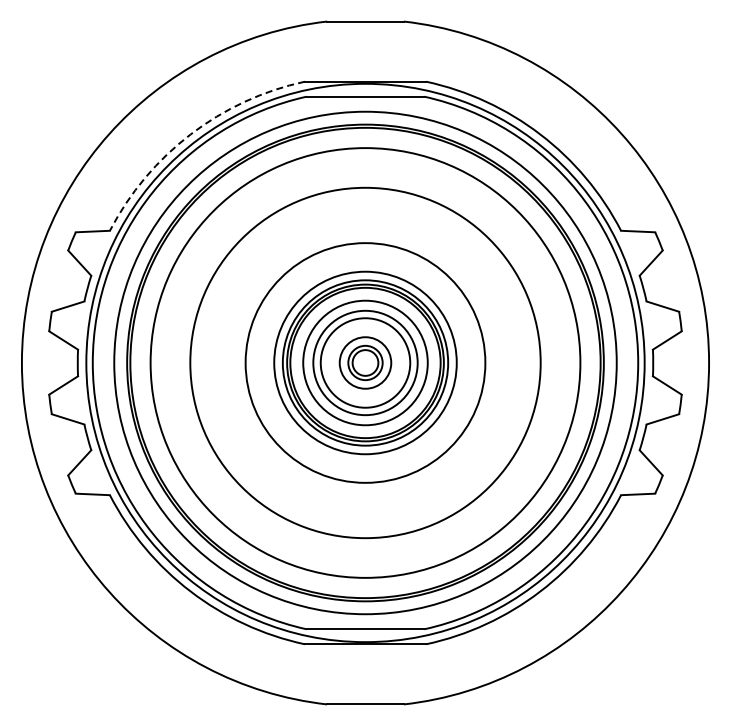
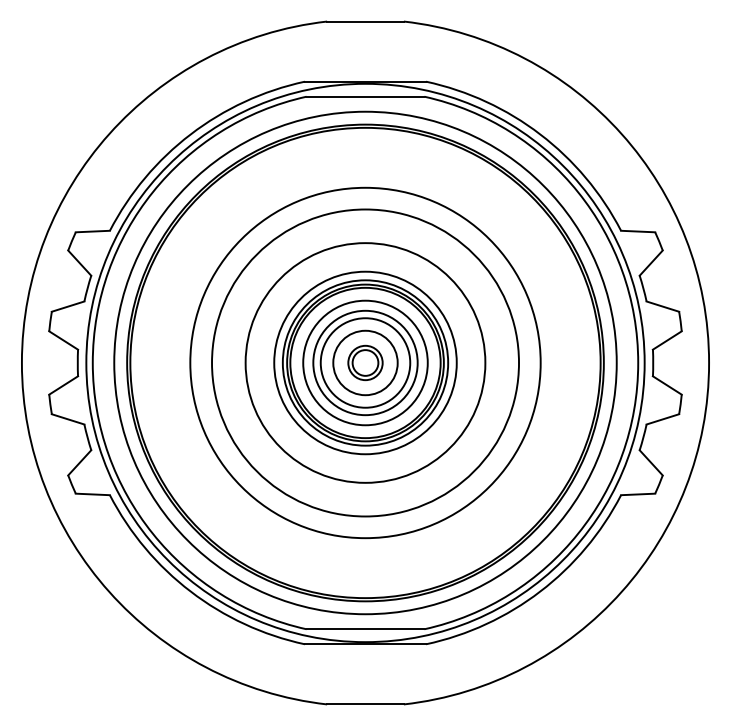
arc at (190, 134): dashed -> solid
circle at (365, 362) diameter: 430 px -> 307 px
circle at (365, 362) diameter: 52 px -> 64 px
